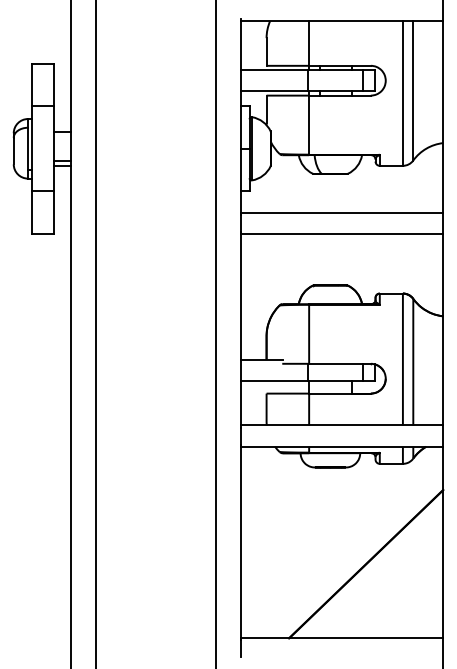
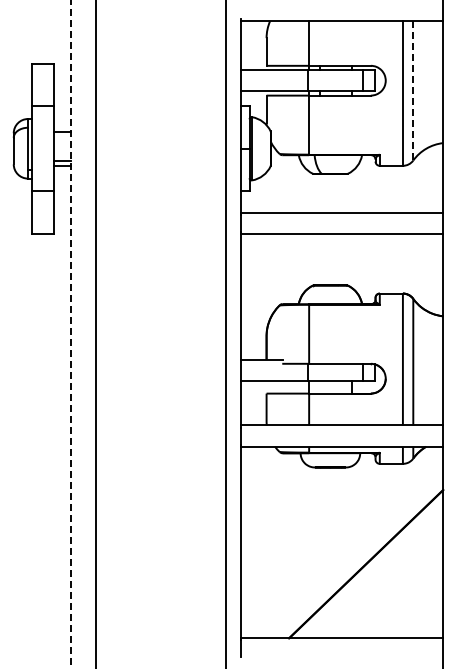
line at (413, 90): solid -> dashed
line at (215, 333) position: (215, 333) -> (225, 333)
line at (70, 334): solid -> dashed
